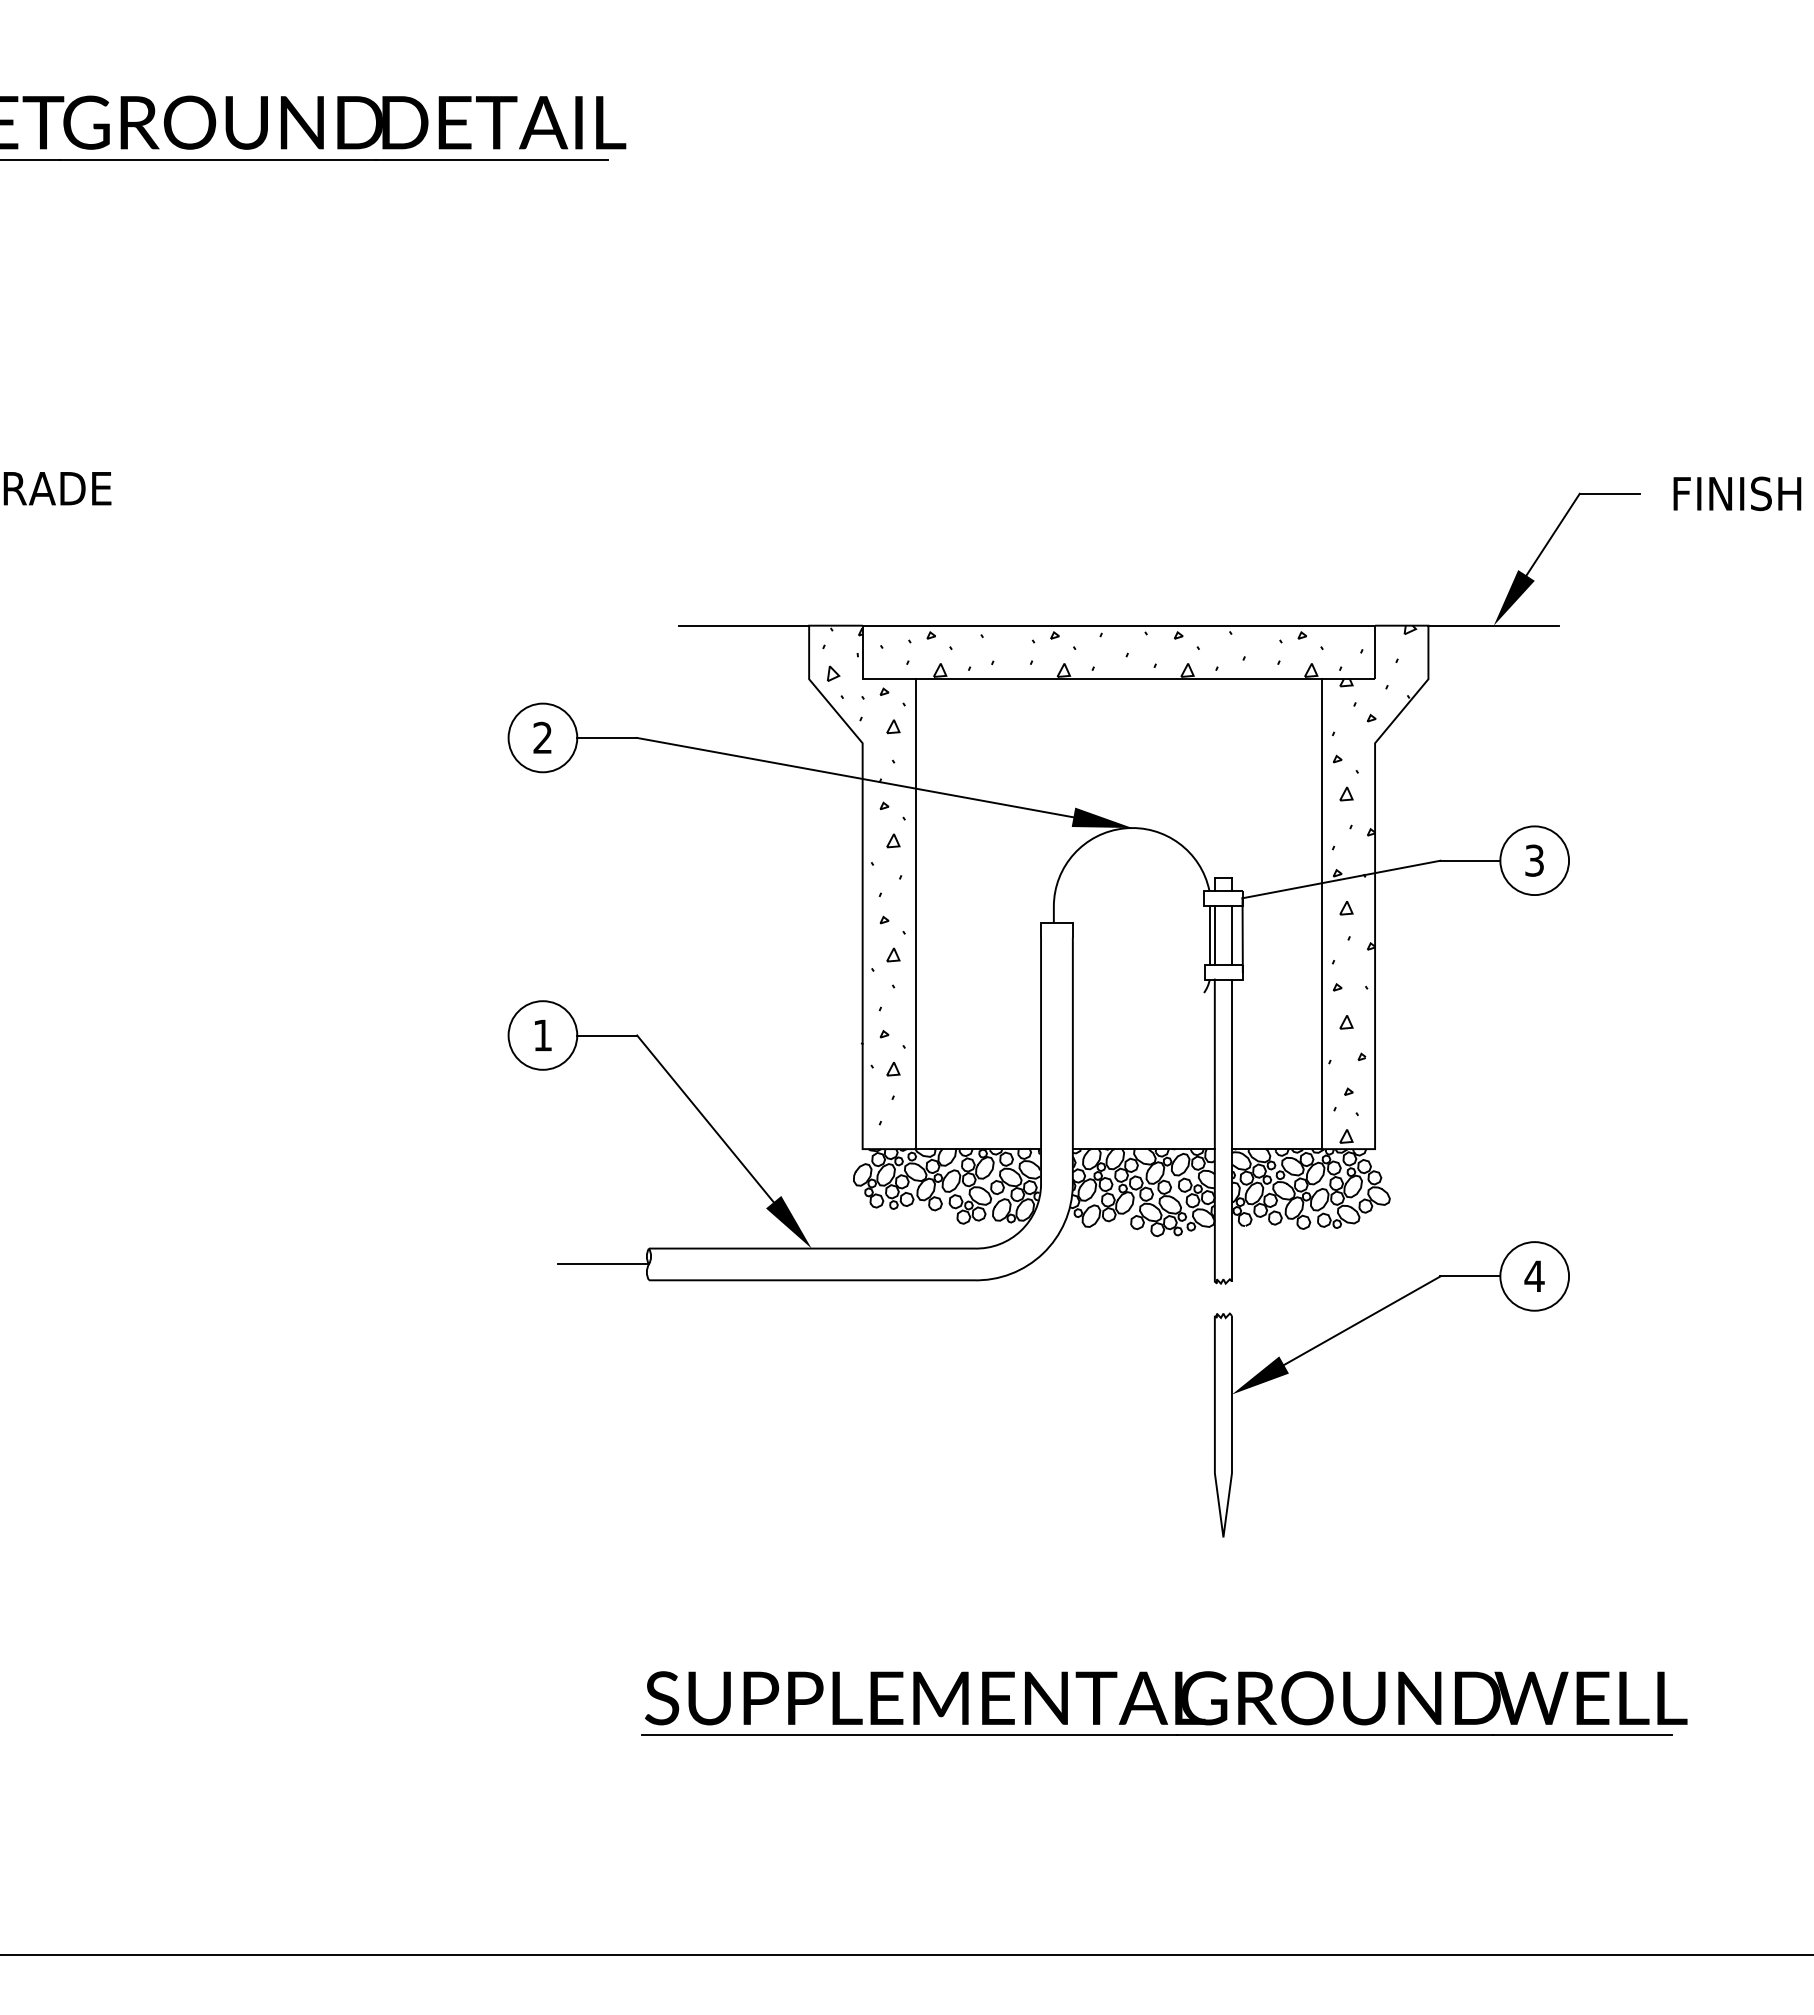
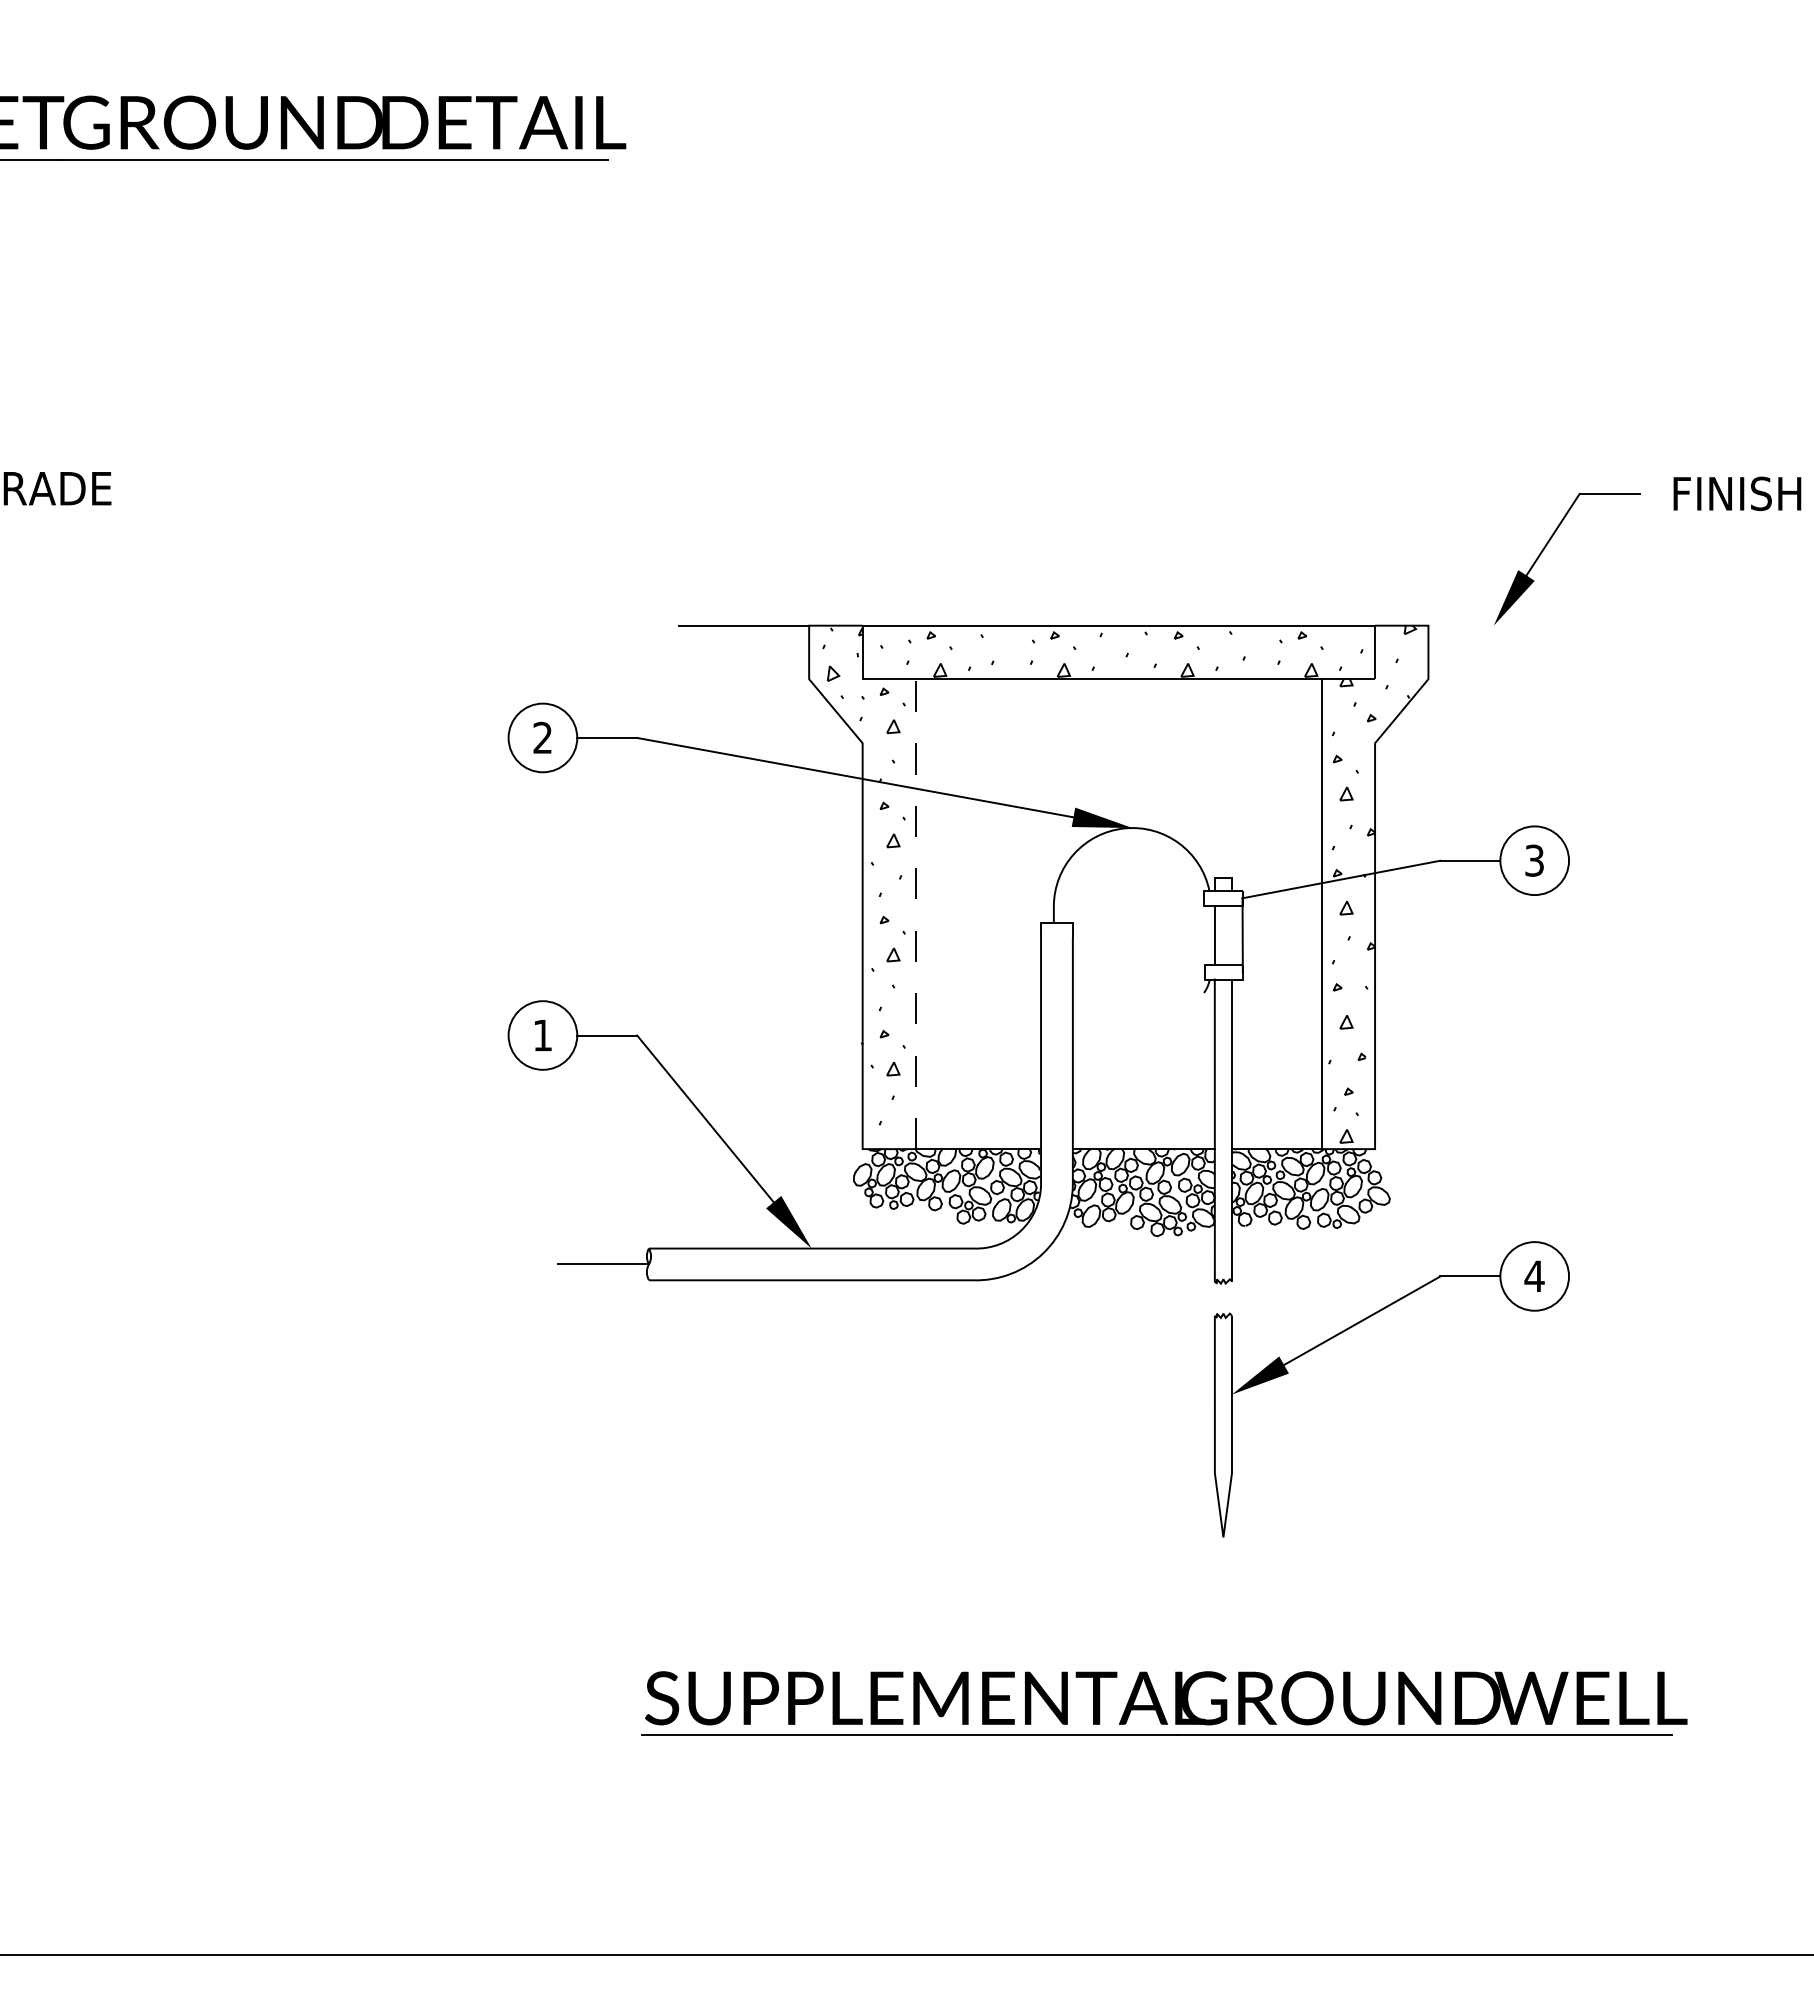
line at (1493, 625): present -> none
line at (916, 914): solid -> dashed
line at (1209, 934): present -> none
line at (1231, 934): present -> none
